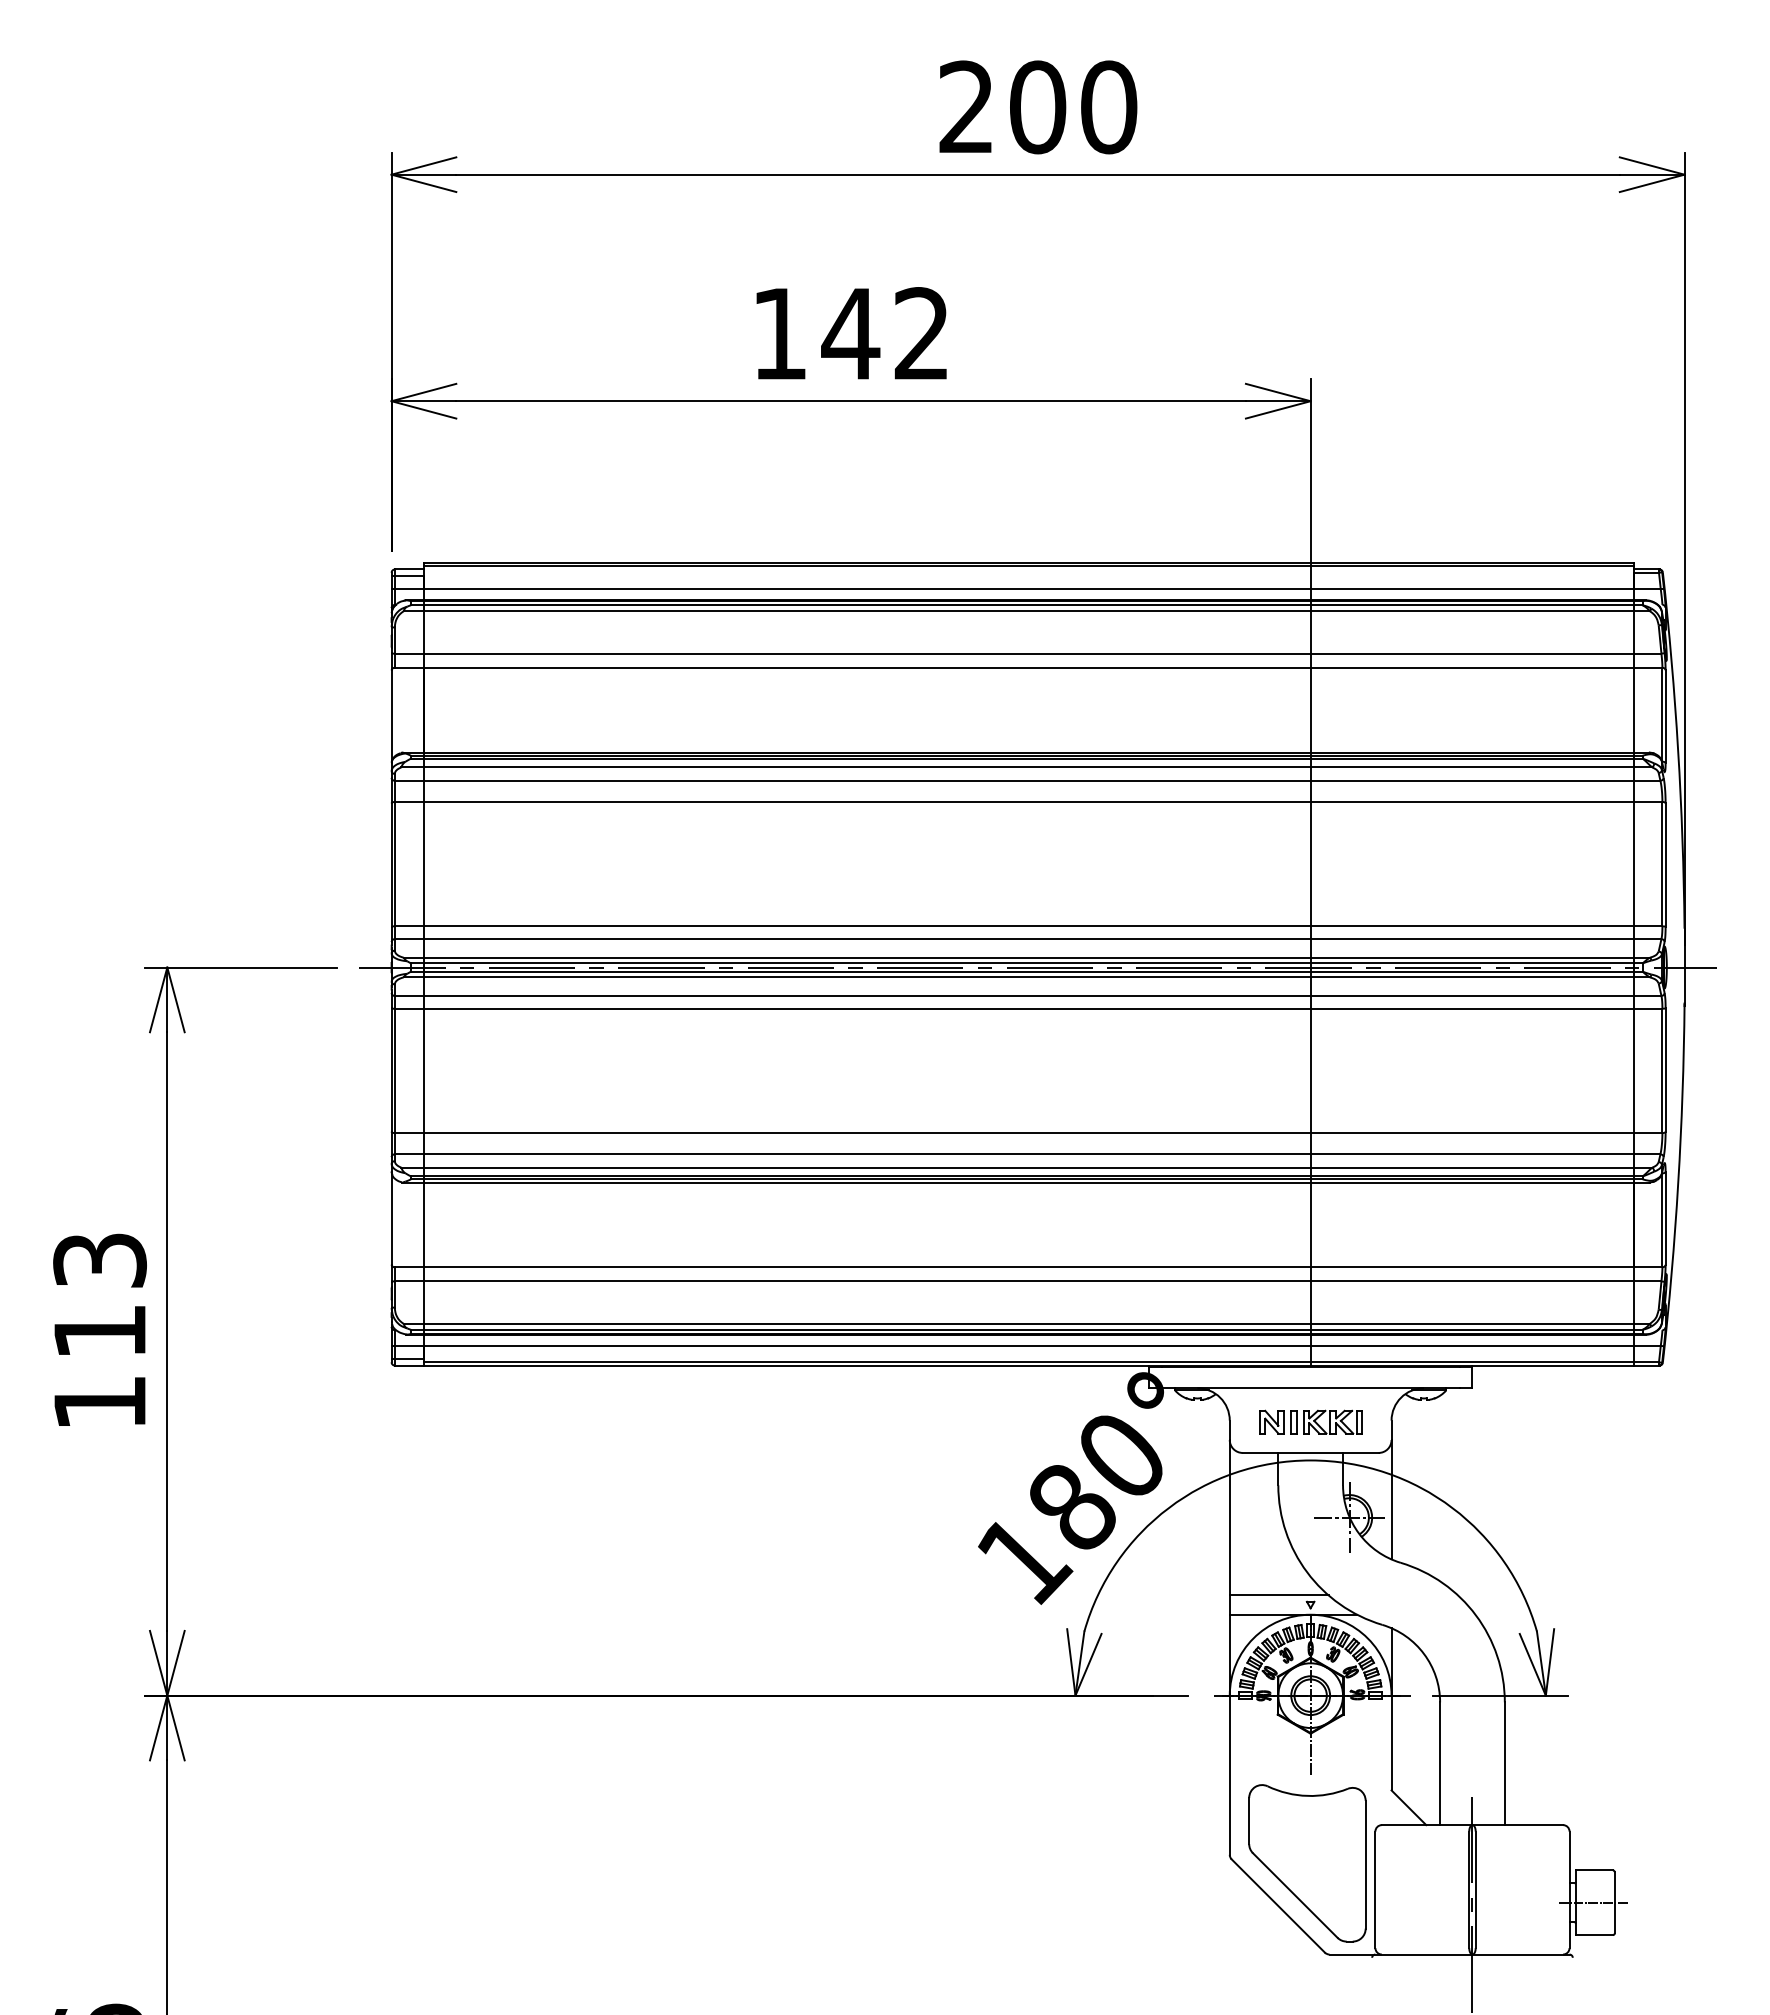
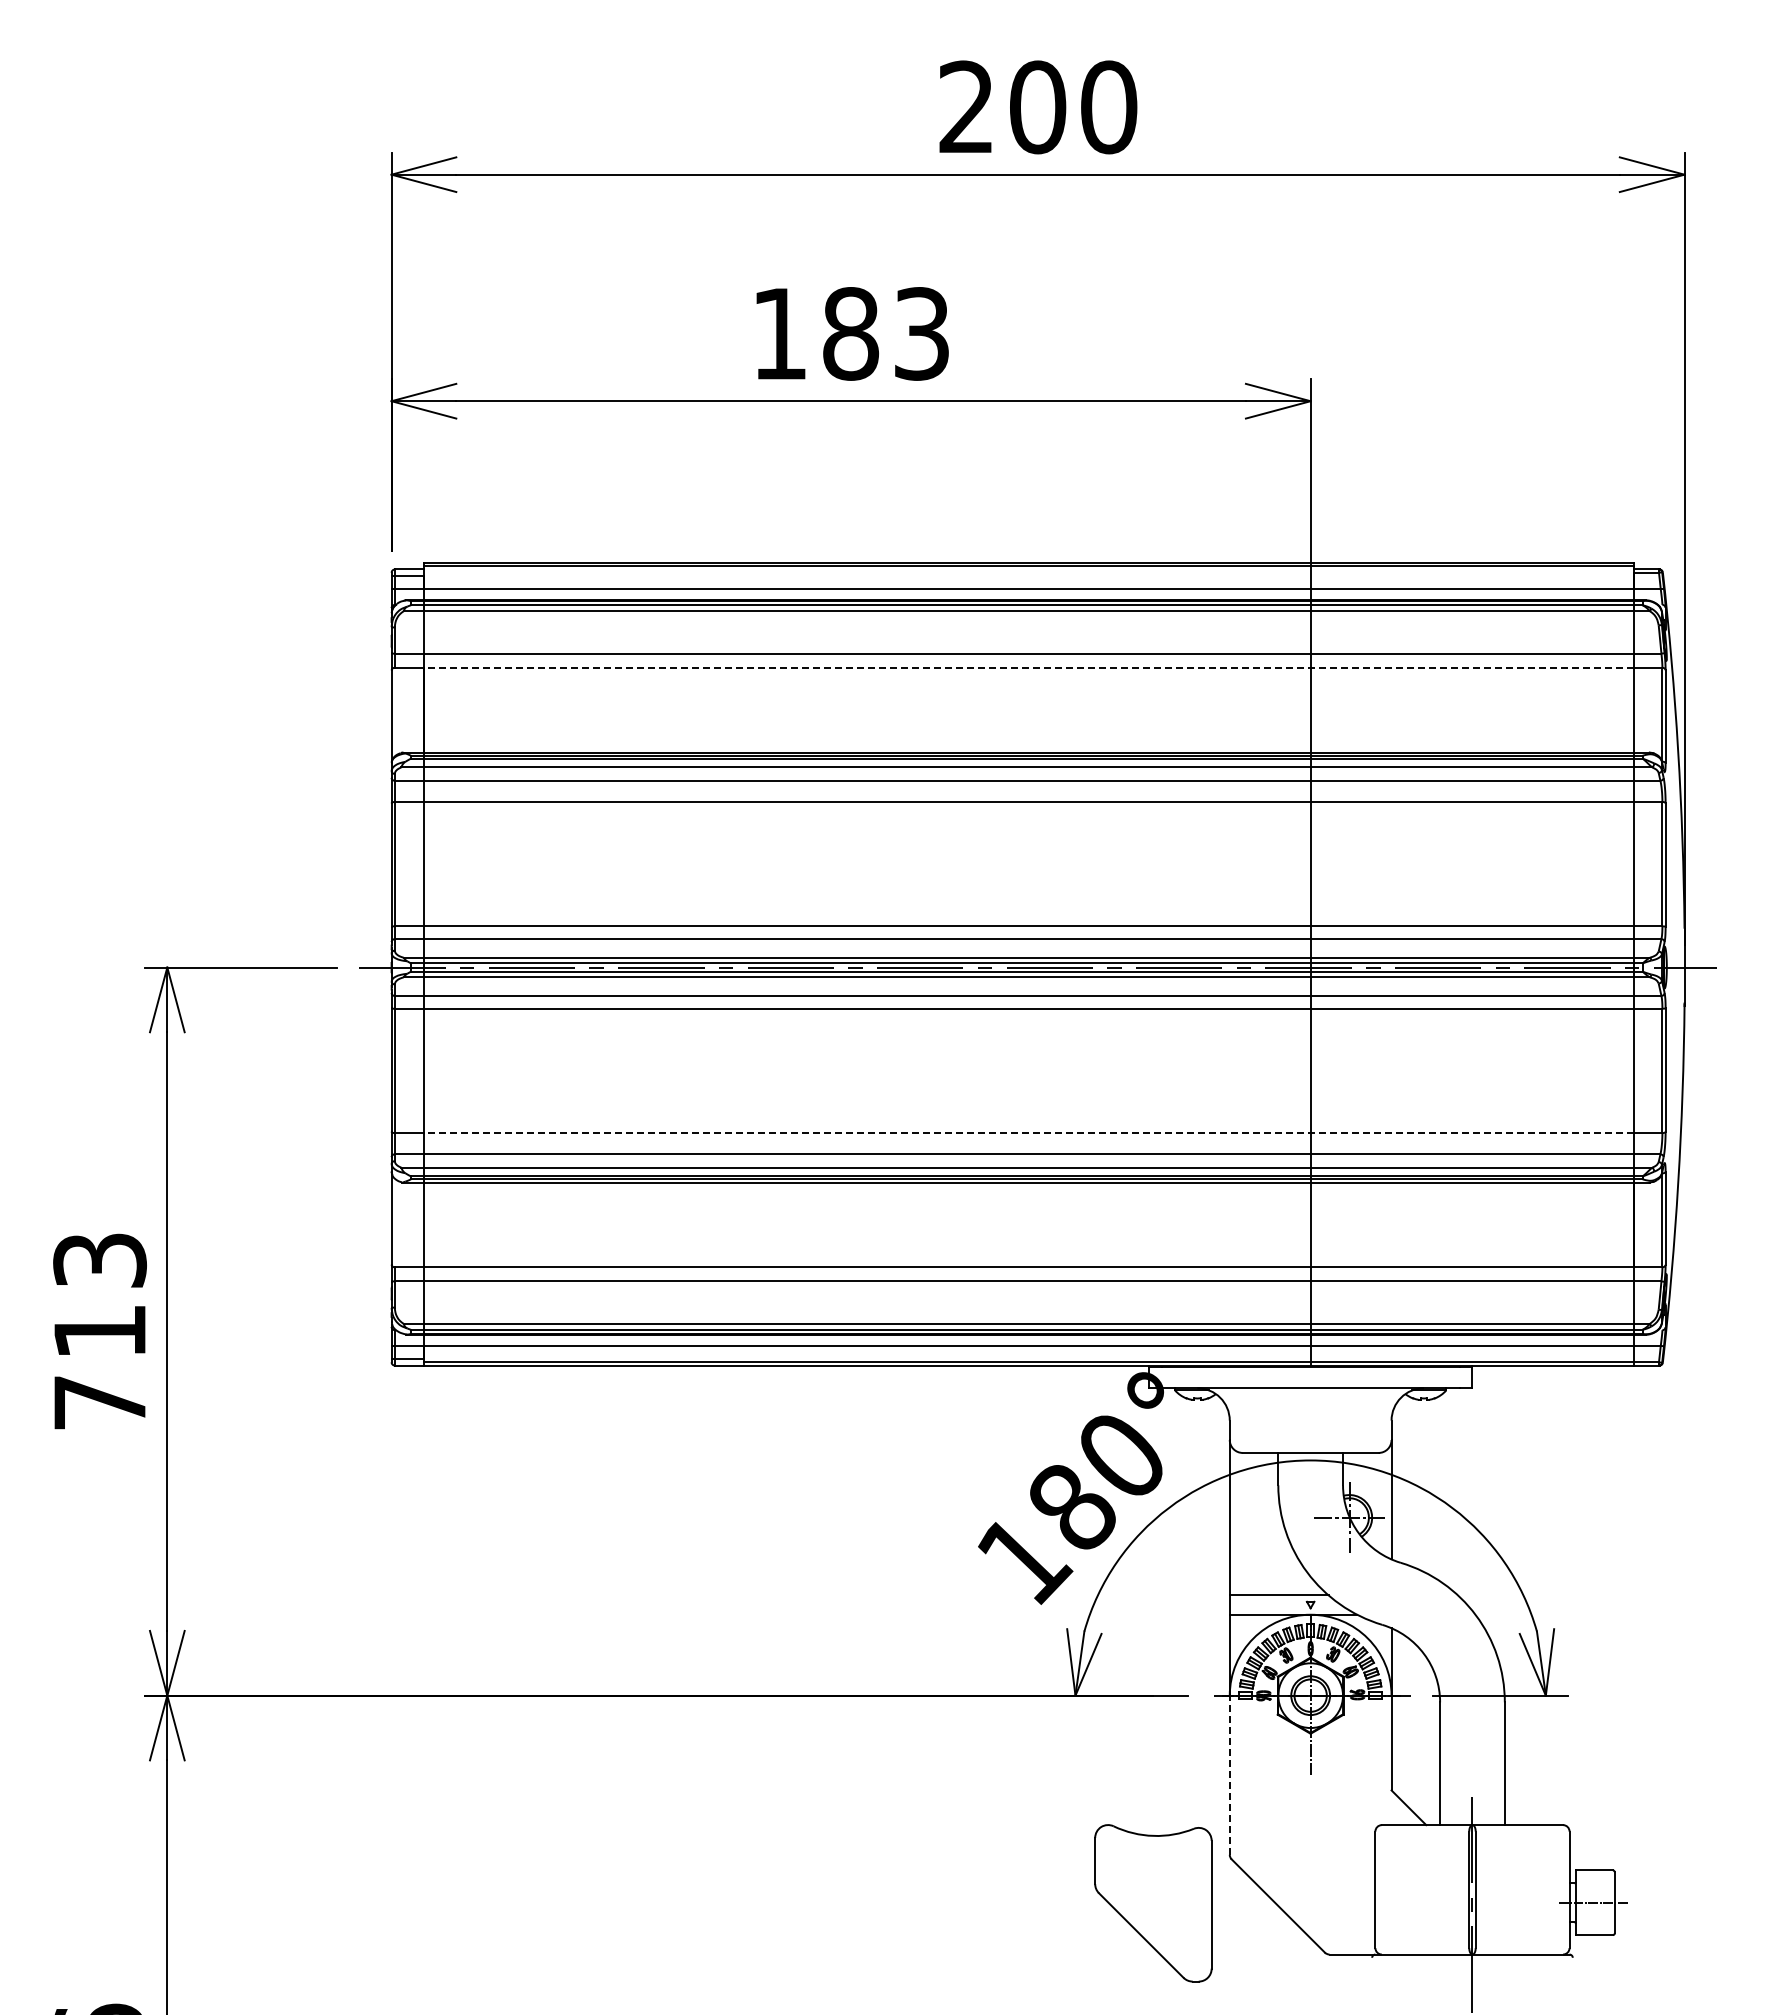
text at (884, 333): 142 -> 183
line at (1028, 667): solid -> dashed
line at (1028, 1133): solid -> dashed
text at (99, 1402): 113 -> 713
part at (1310, 1421): present -> none
line at (1229, 1775): solid -> dashed
part at (1307, 1863) position: (1307, 1863) -> (1153, 1903)
